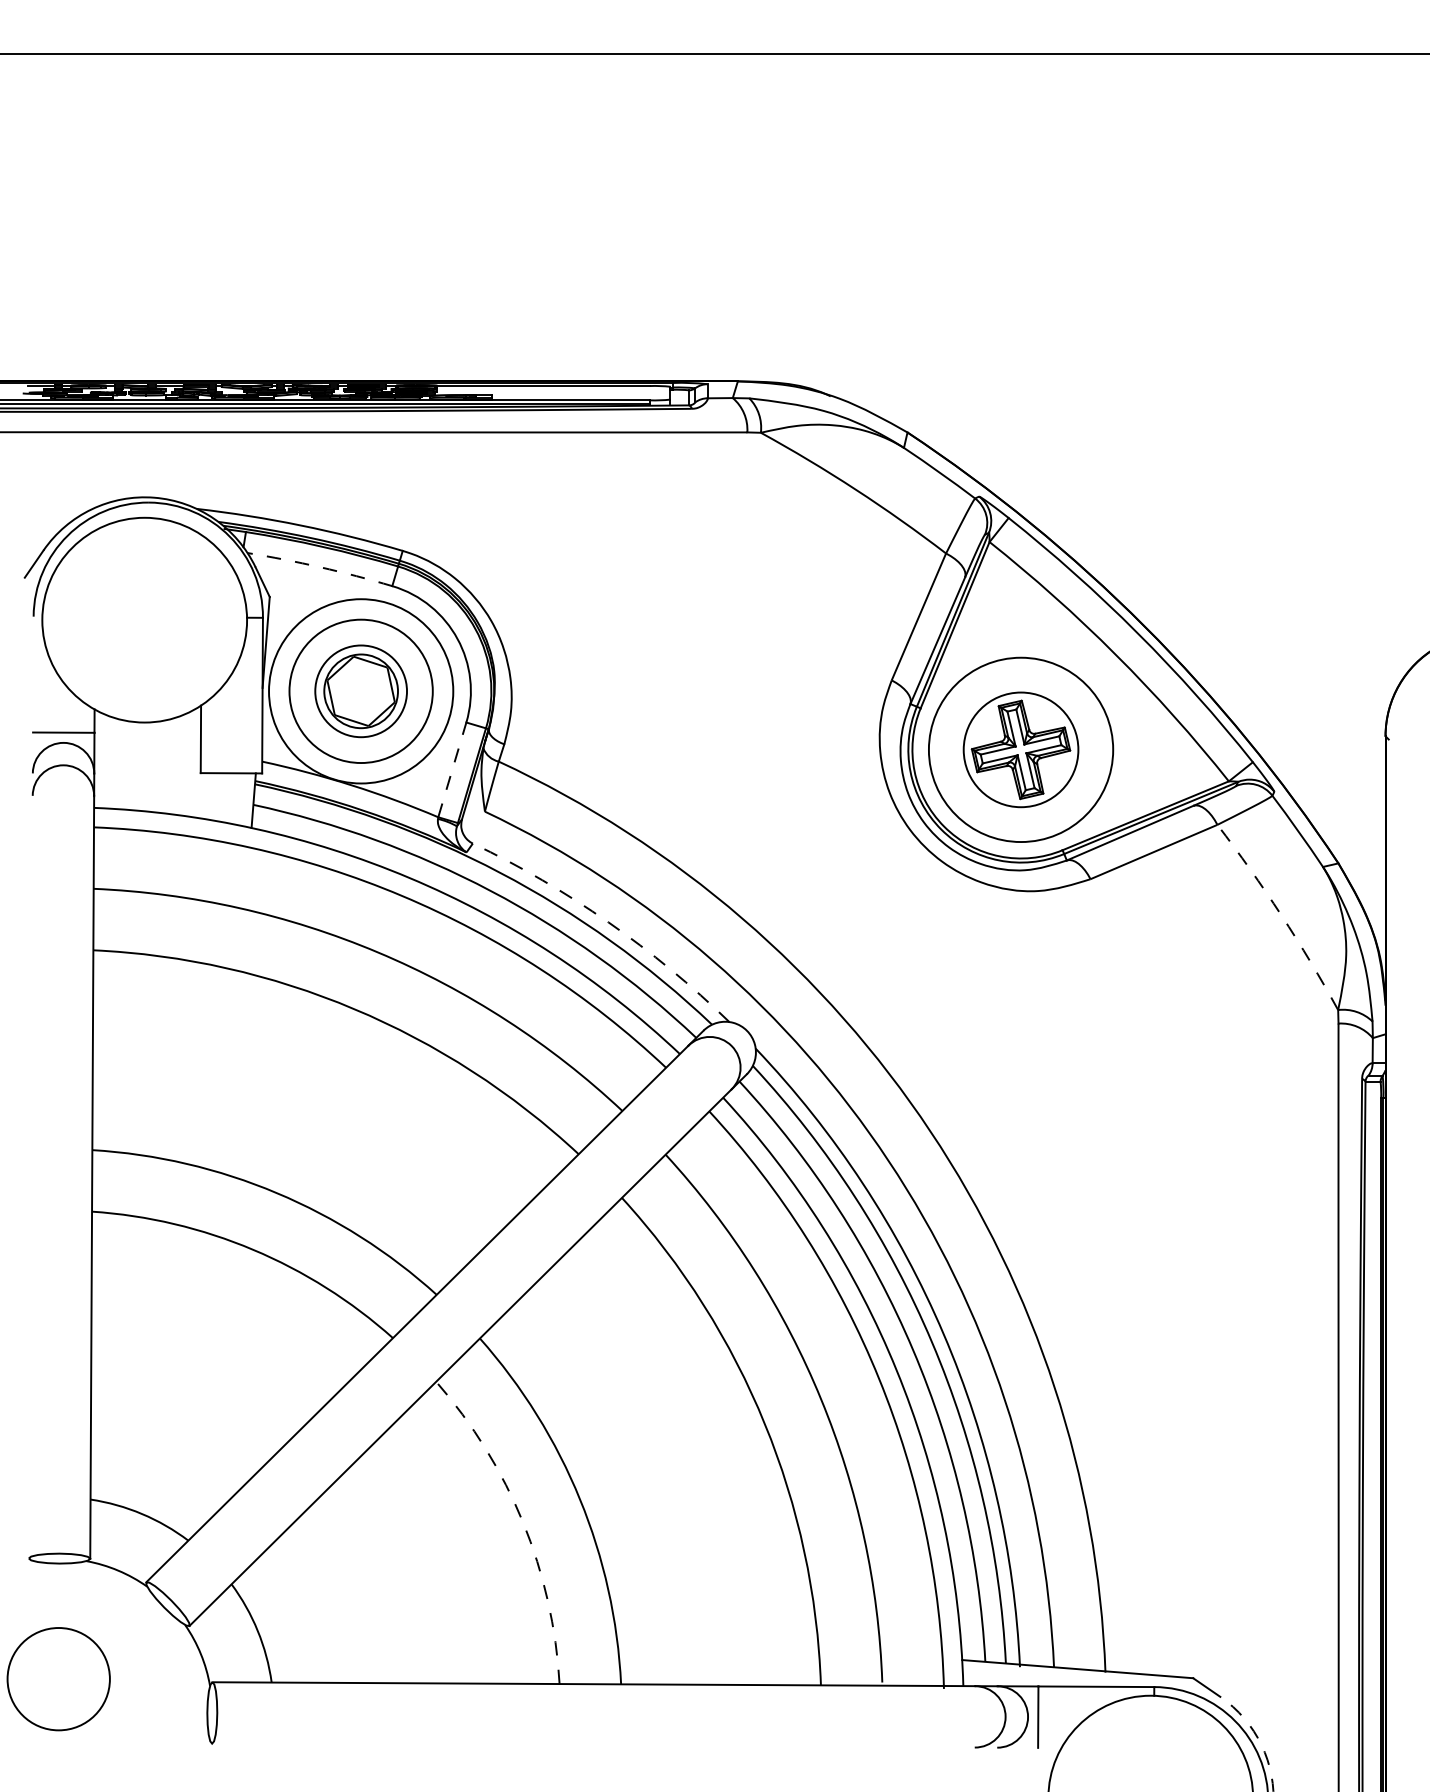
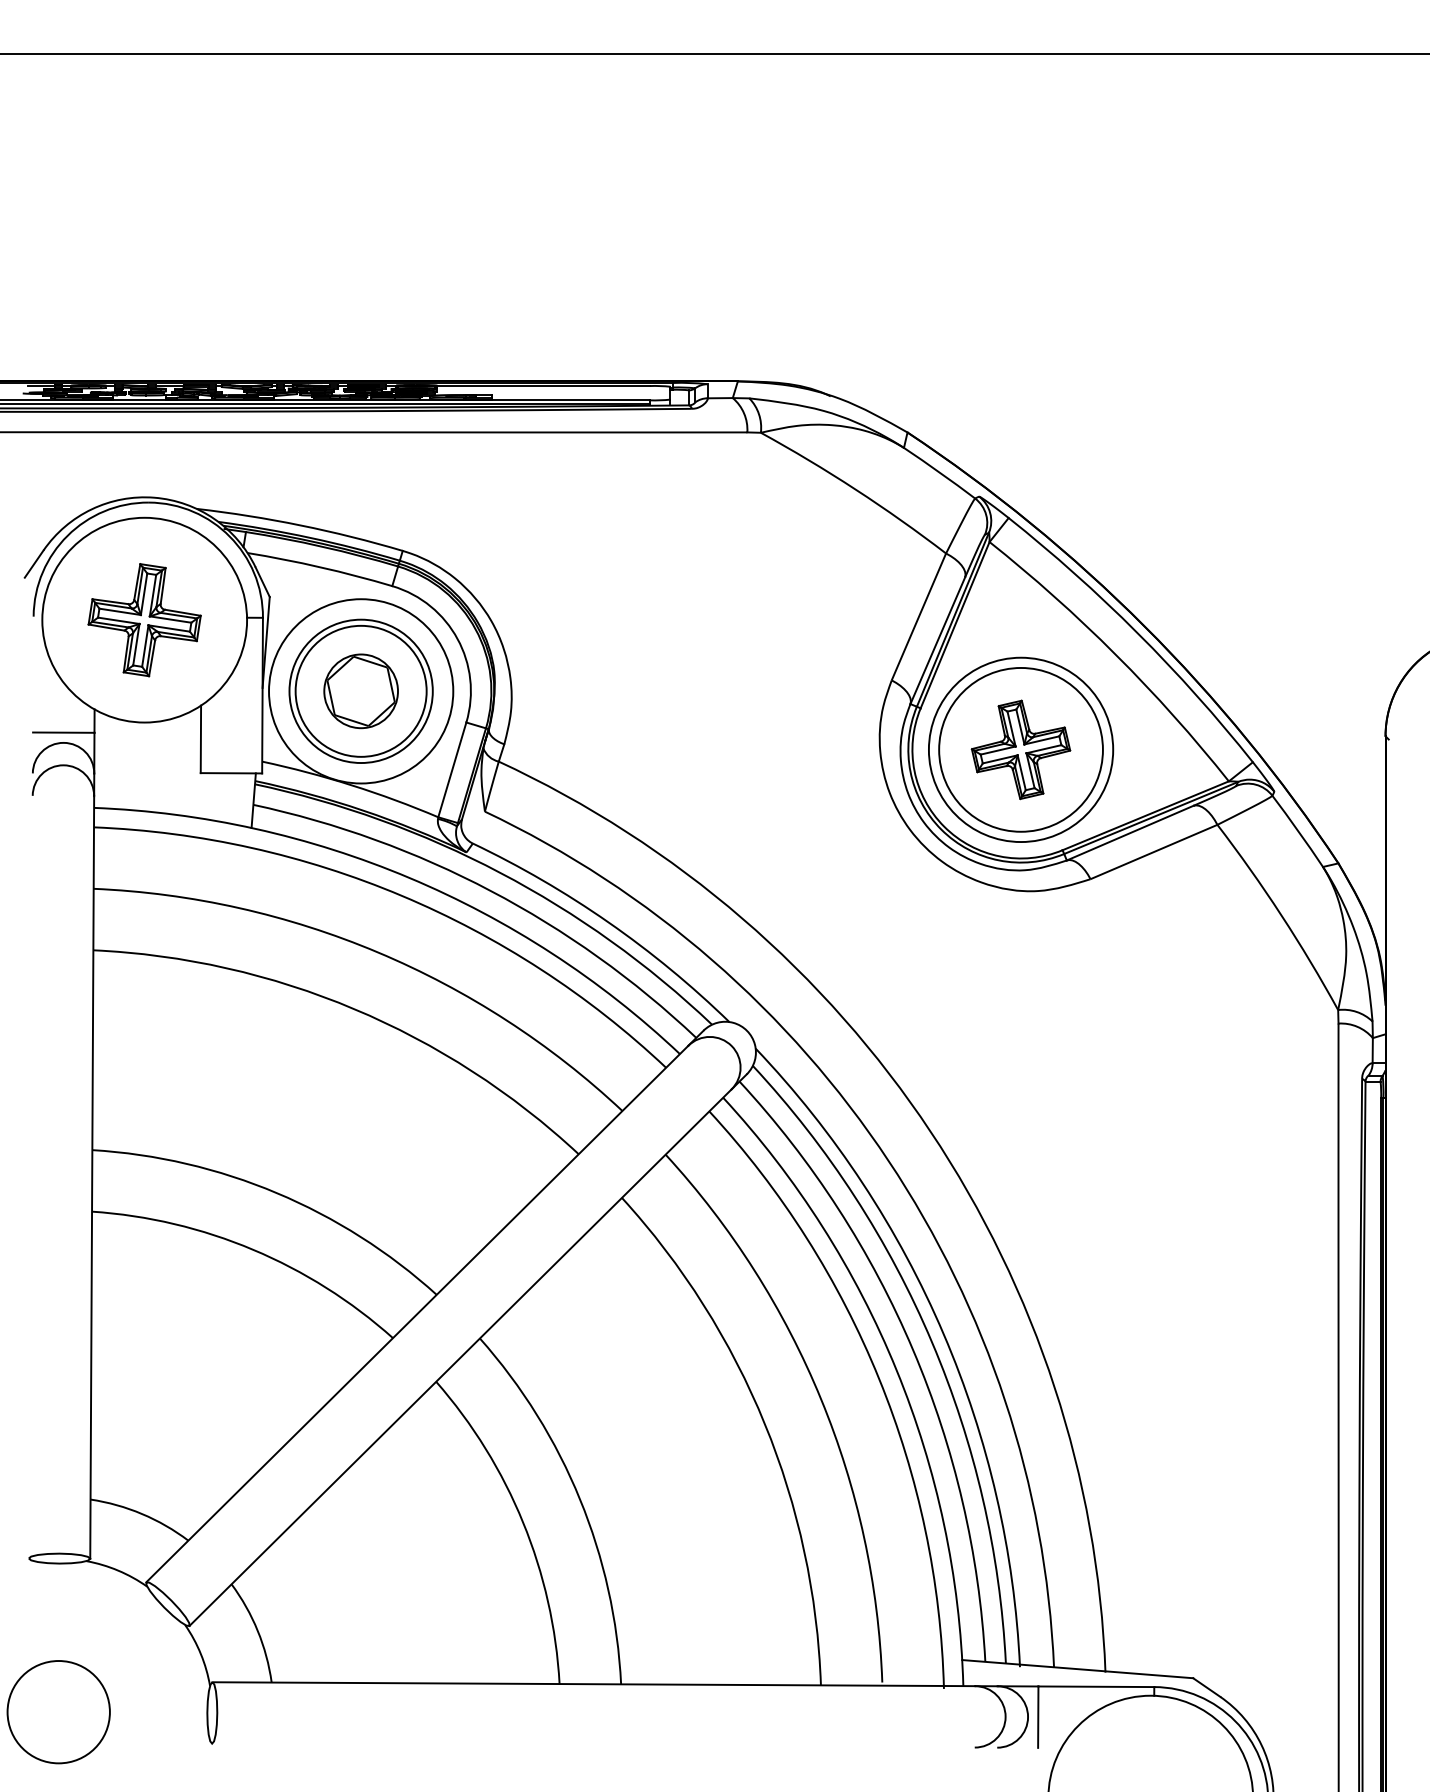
arc at (320, 567): dashed -> solid
part at (144, 620): none -> present
circle at (361, 691) diameter: 92 px -> 131 px
circle at (1020, 749) diameter: 115 px -> 164 px
line at (452, 769): dashed -> solid
arc at (1281, 915): dashed -> solid
arc at (608, 922): dashed -> solid
arc at (523, 1522): dashed -> solid
circle at (58, 1679) position: (58, 1679) -> (58, 1712)
arc at (1257, 1738): dashed -> solid
